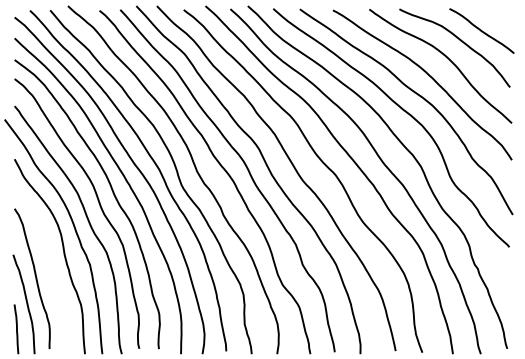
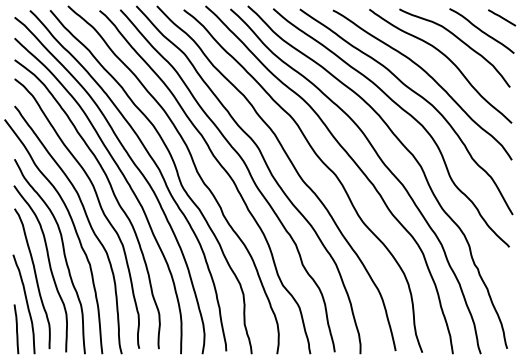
line at (502, 17): none -> present
curve at (49, 268): none -> present
